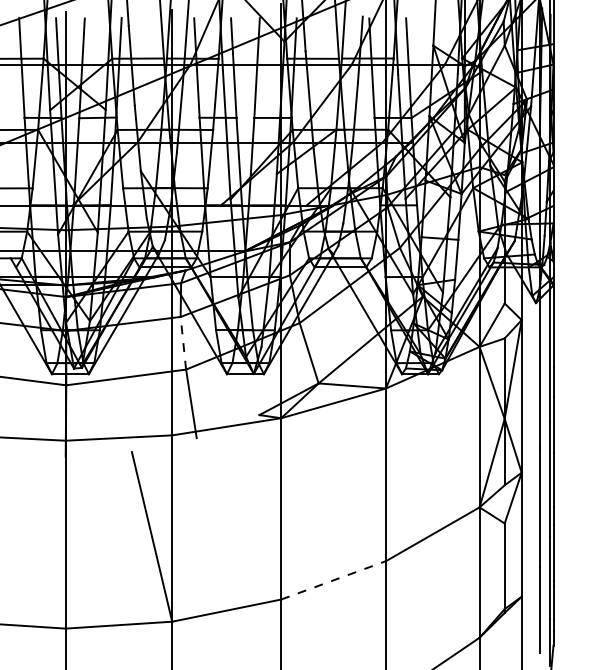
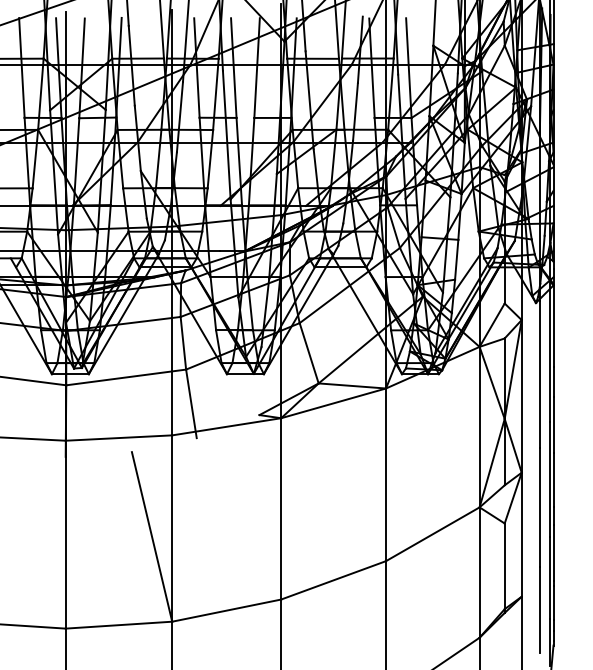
line at (183, 342): dashed -> solid
line at (333, 580): dashed -> solid
